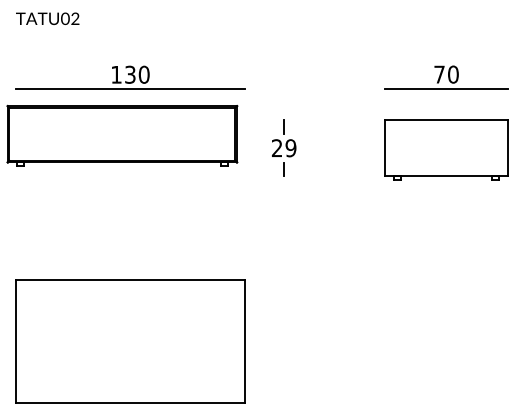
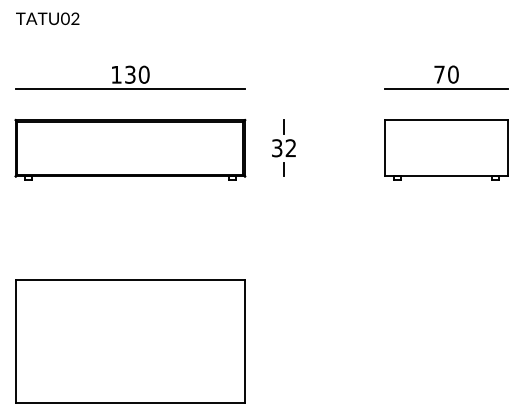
part at (122, 135) position: (122, 135) -> (130, 149)
text at (284, 148): 29 -> 32
